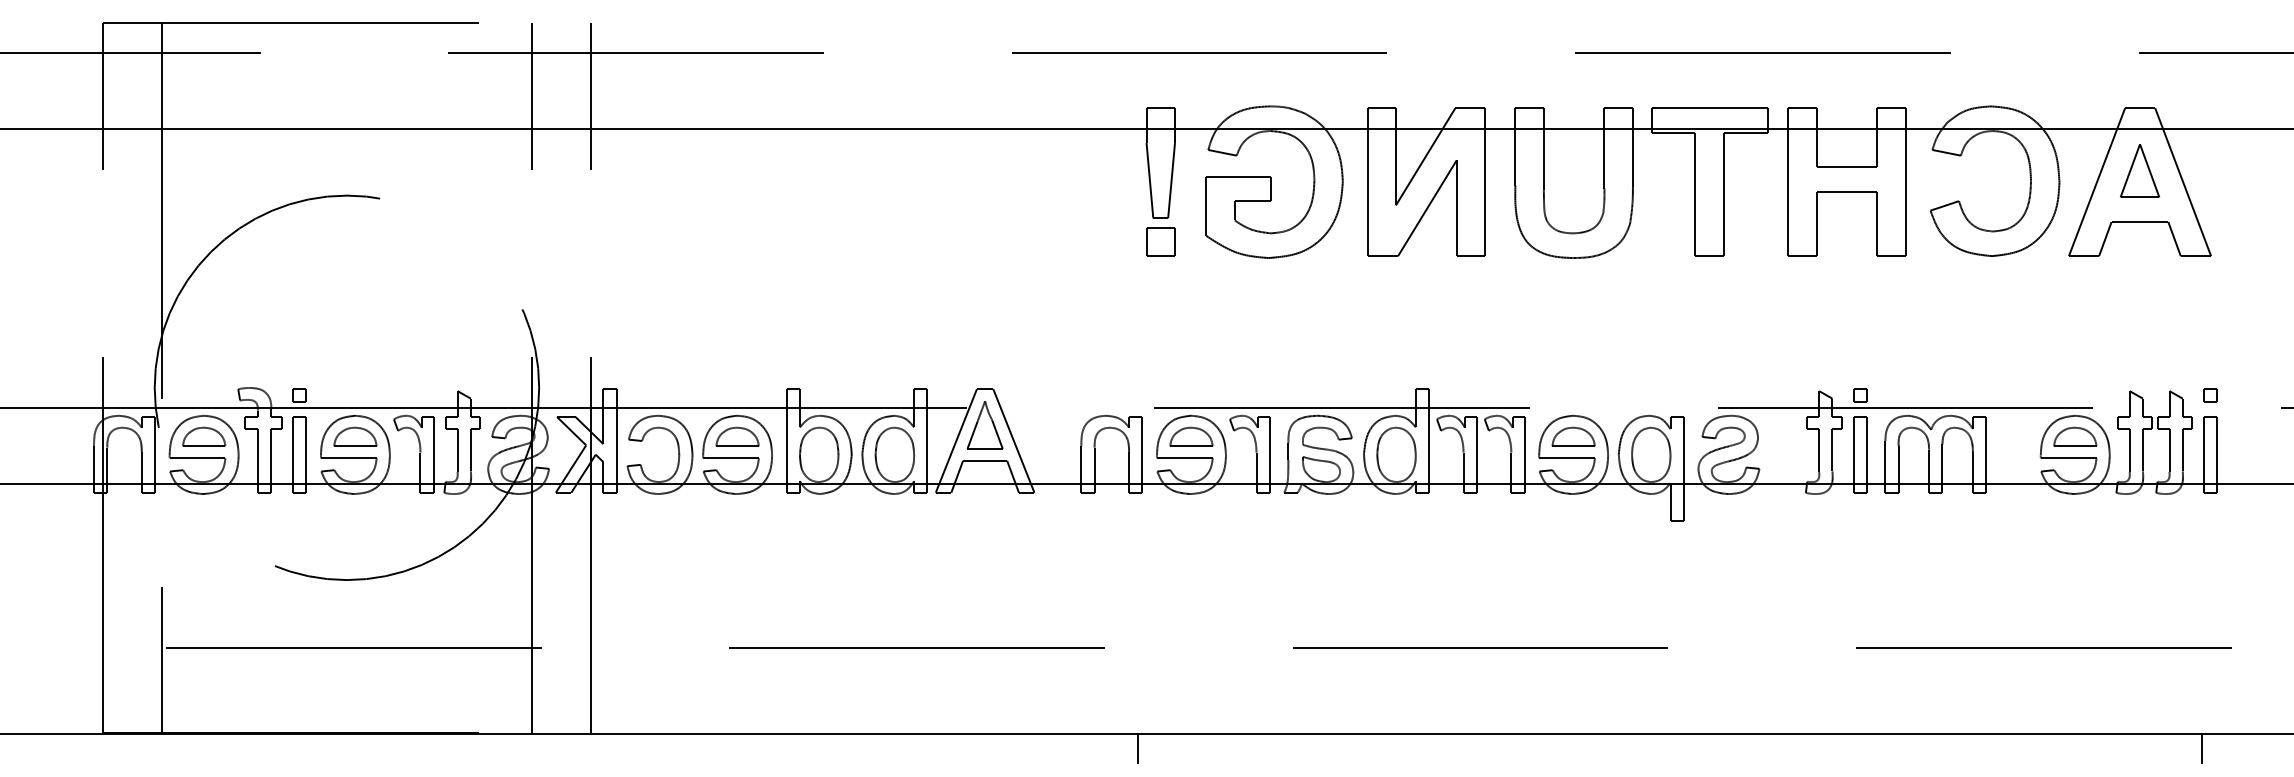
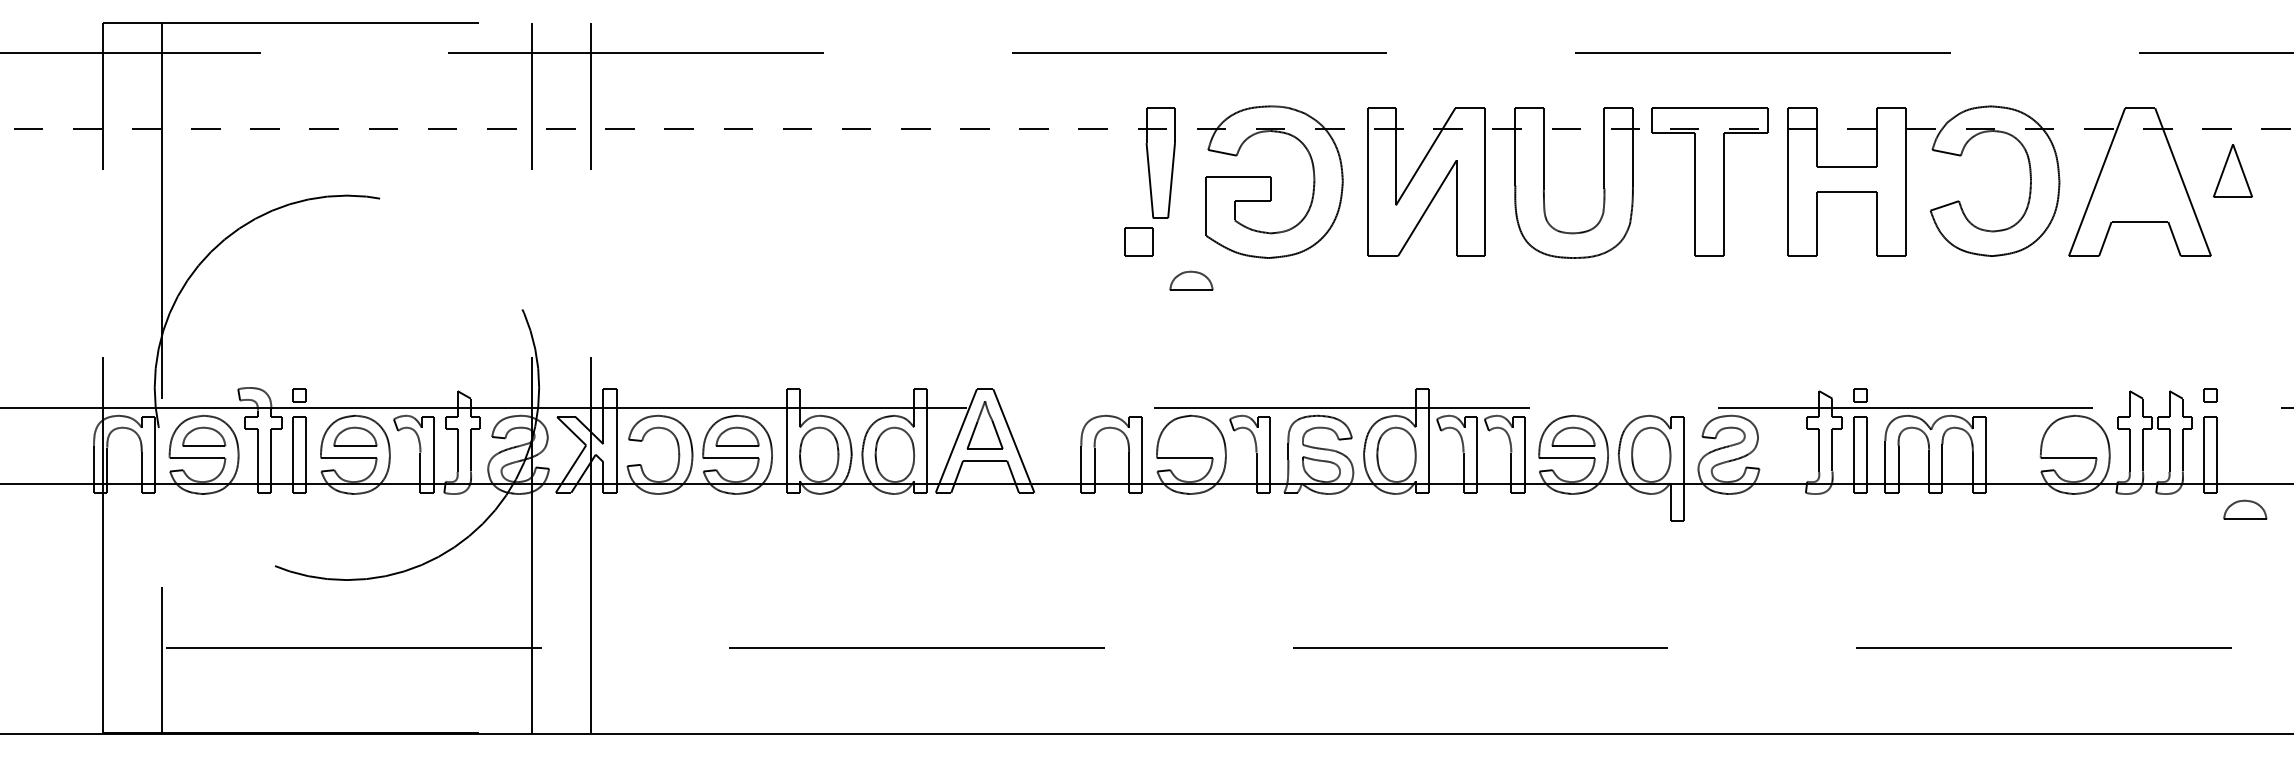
line at (1147, 128): solid -> dashed
part at (2139, 170) position: (2139, 170) -> (2232, 170)
part at (1160, 241) position: (1160, 241) -> (1138, 241)
part at (1191, 436) position: (1191, 436) -> (1191, 280)
part at (2075, 436) position: (2075, 436) -> (2245, 509)
line at (1137, 748): present -> none
line at (2202, 748): present -> none
